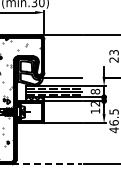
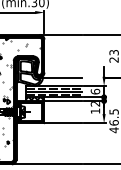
text at (94, 91): 8 -> 6
line at (46, 164): dashed -> solid
